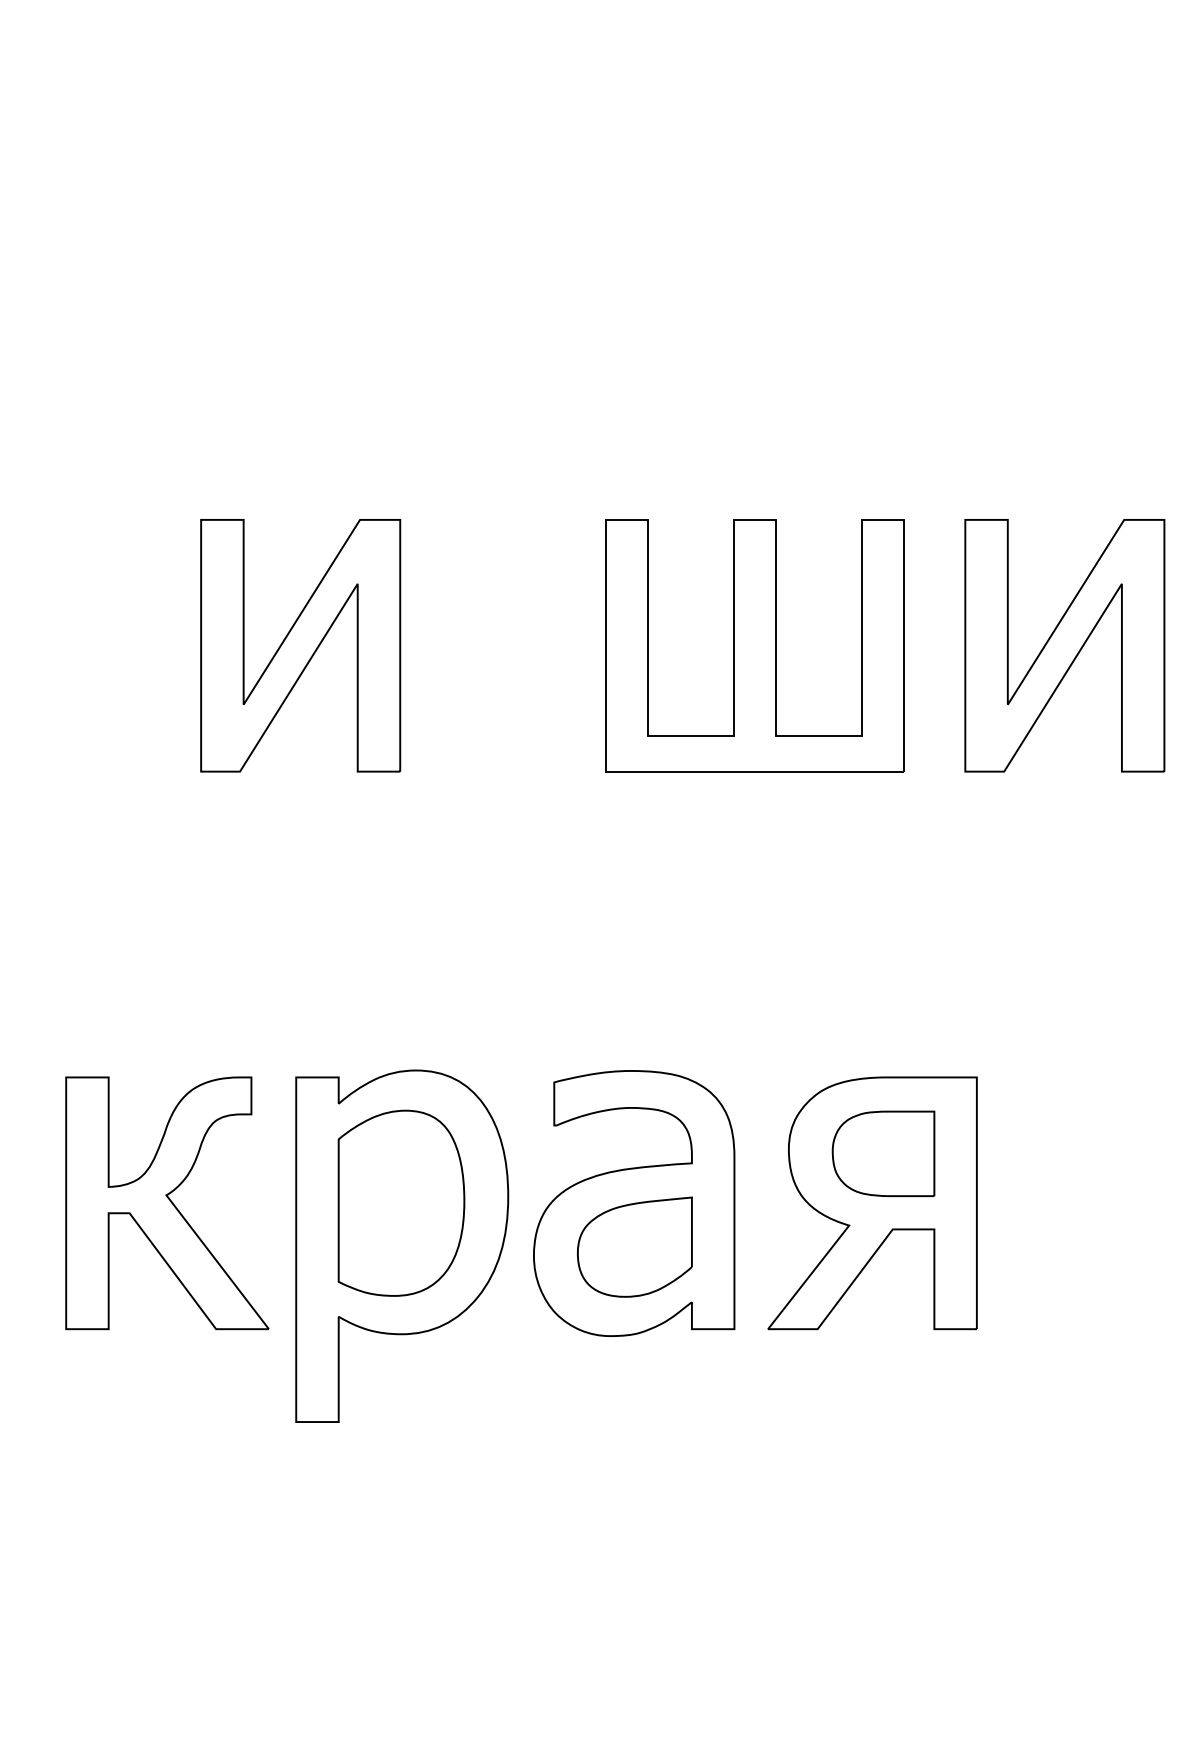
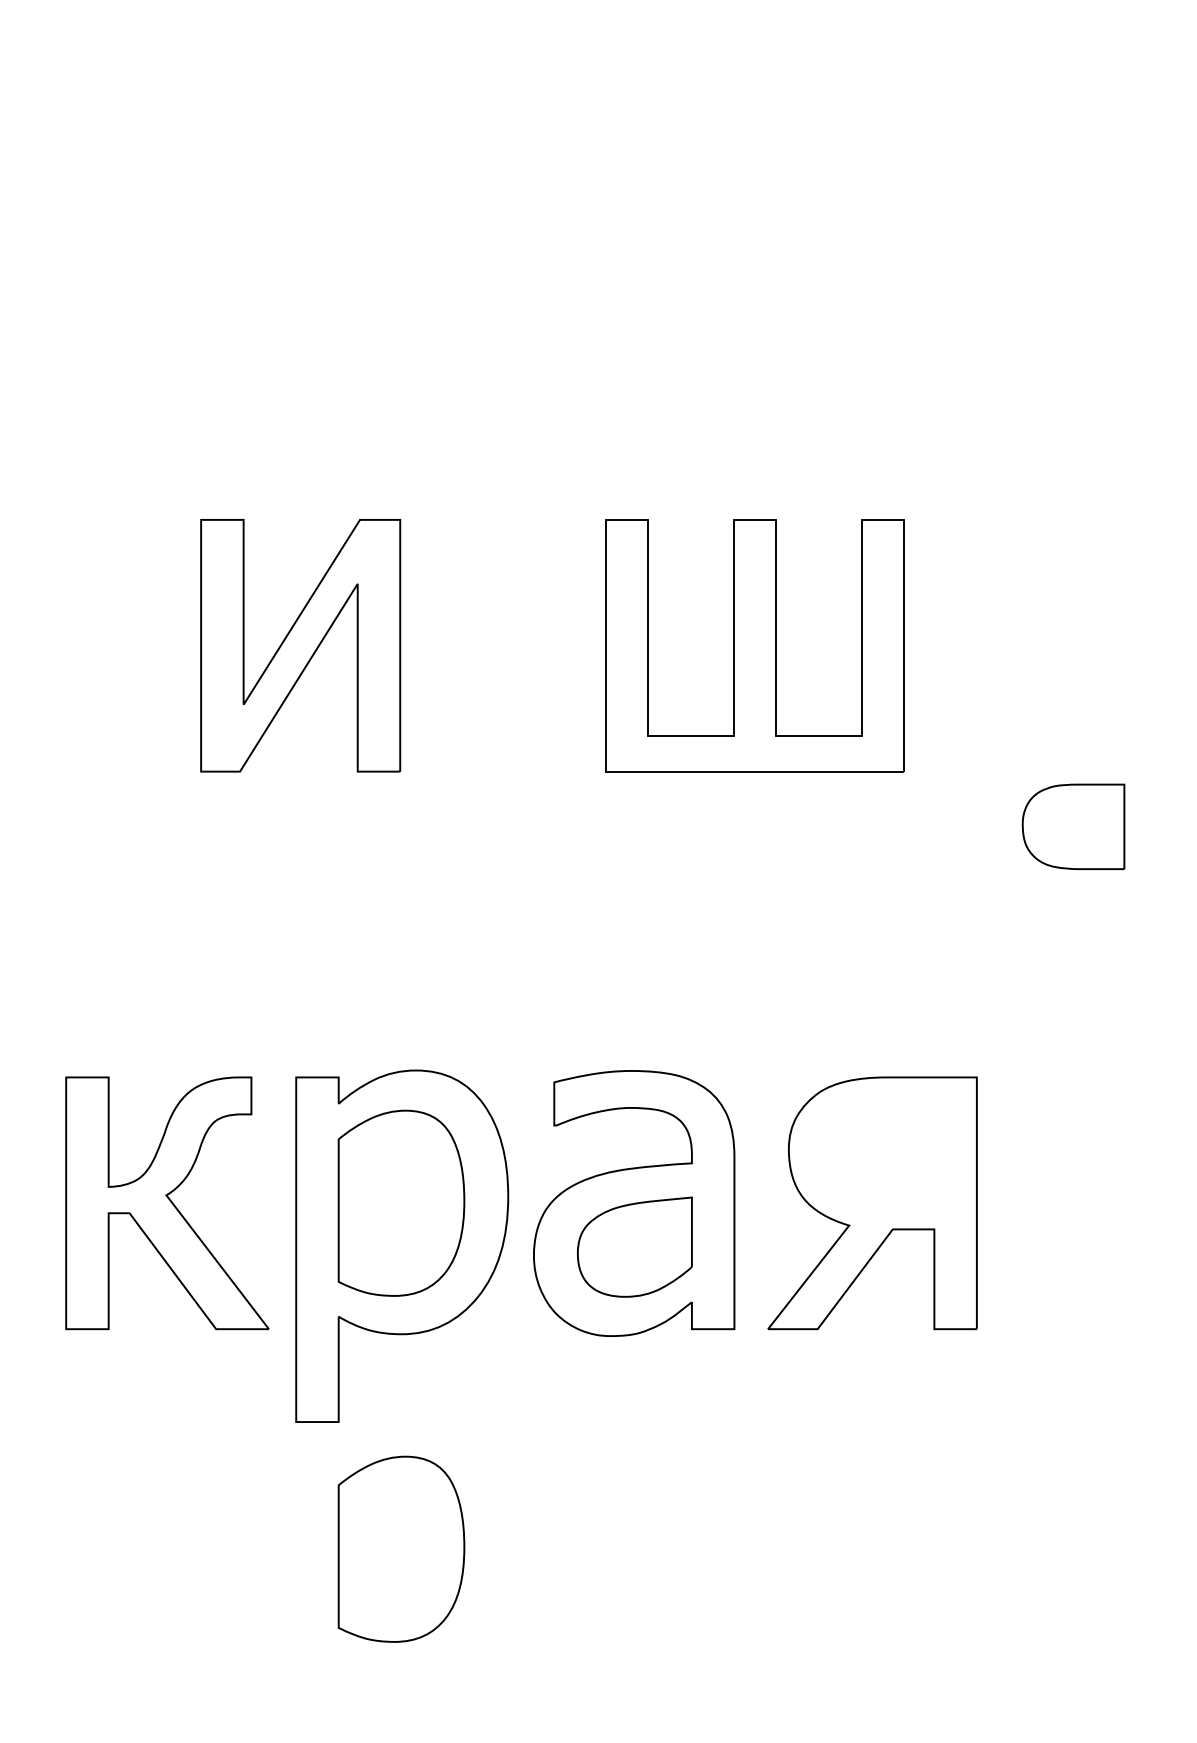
part at (1064, 645): present -> none
part at (883, 1153) position: (883, 1153) -> (1073, 826)
part at (401, 1548): none -> present
